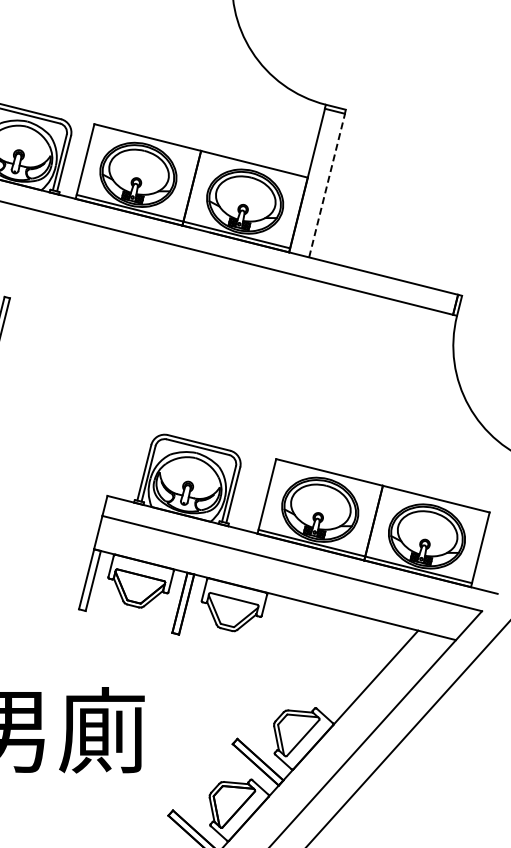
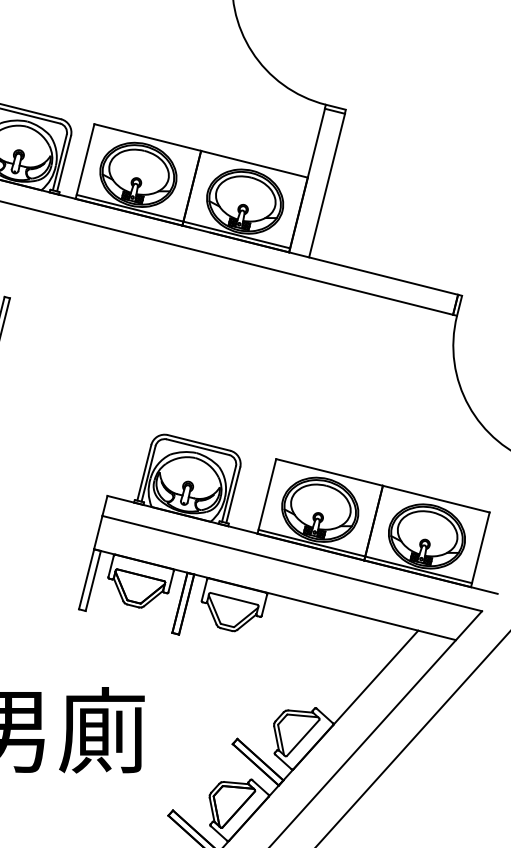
line at (327, 185): dashed -> solid
line at (407, 733) position: (407, 733) -> (412, 739)
